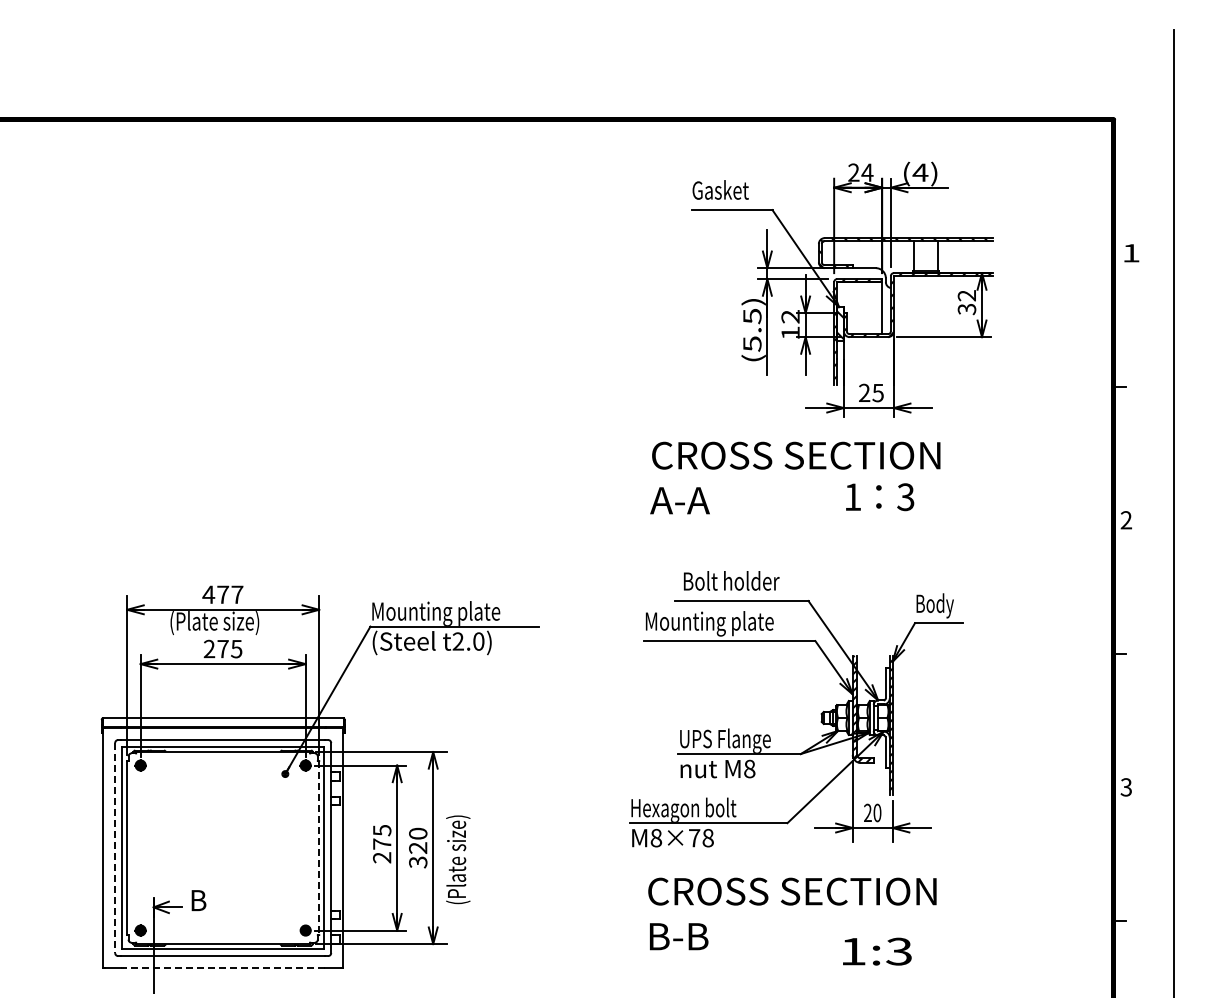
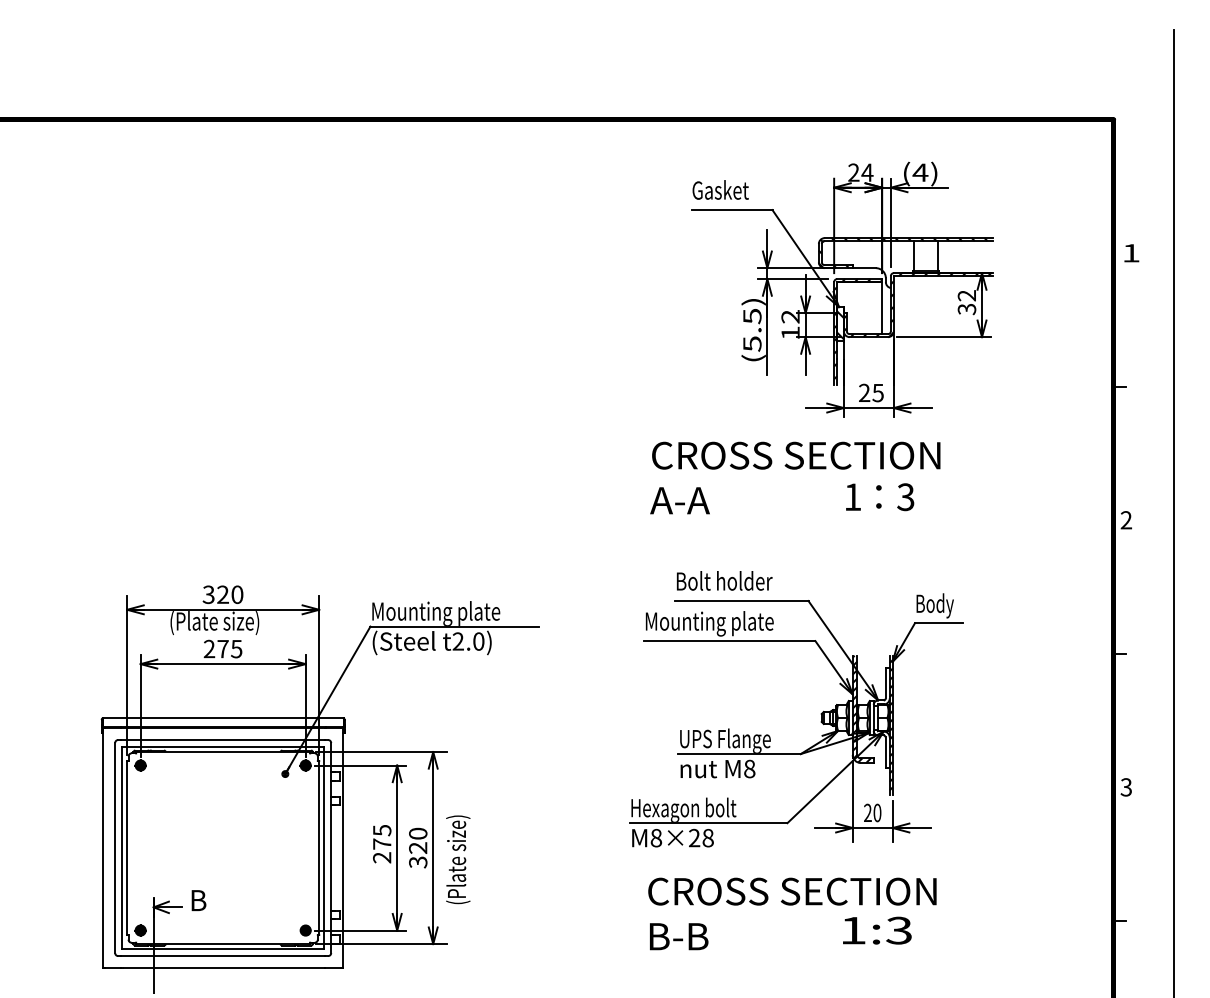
text at (731, 580) position: (731, 580) -> (724, 580)
text at (222, 594): 477 -> 320
text at (694, 837): M8×78 -> M8×28
line at (115, 848): dashed -> solid
line at (319, 848): dashed -> solid
text at (877, 951) position: (877, 951) -> (877, 930)
line at (223, 968): dashed -> solid
